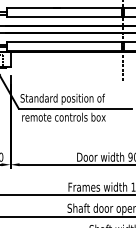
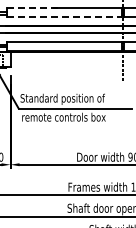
line at (33, 7): solid -> dashed
line at (64, 17): solid -> dashed
